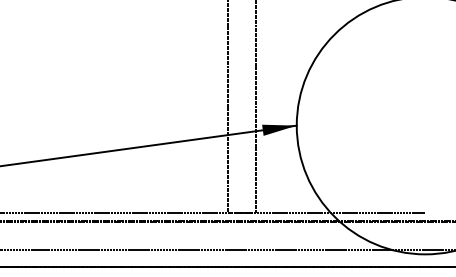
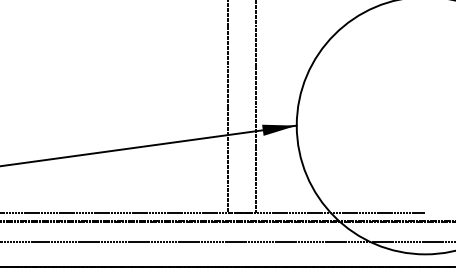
line at (227, 250) position: (227, 250) -> (227, 242)
